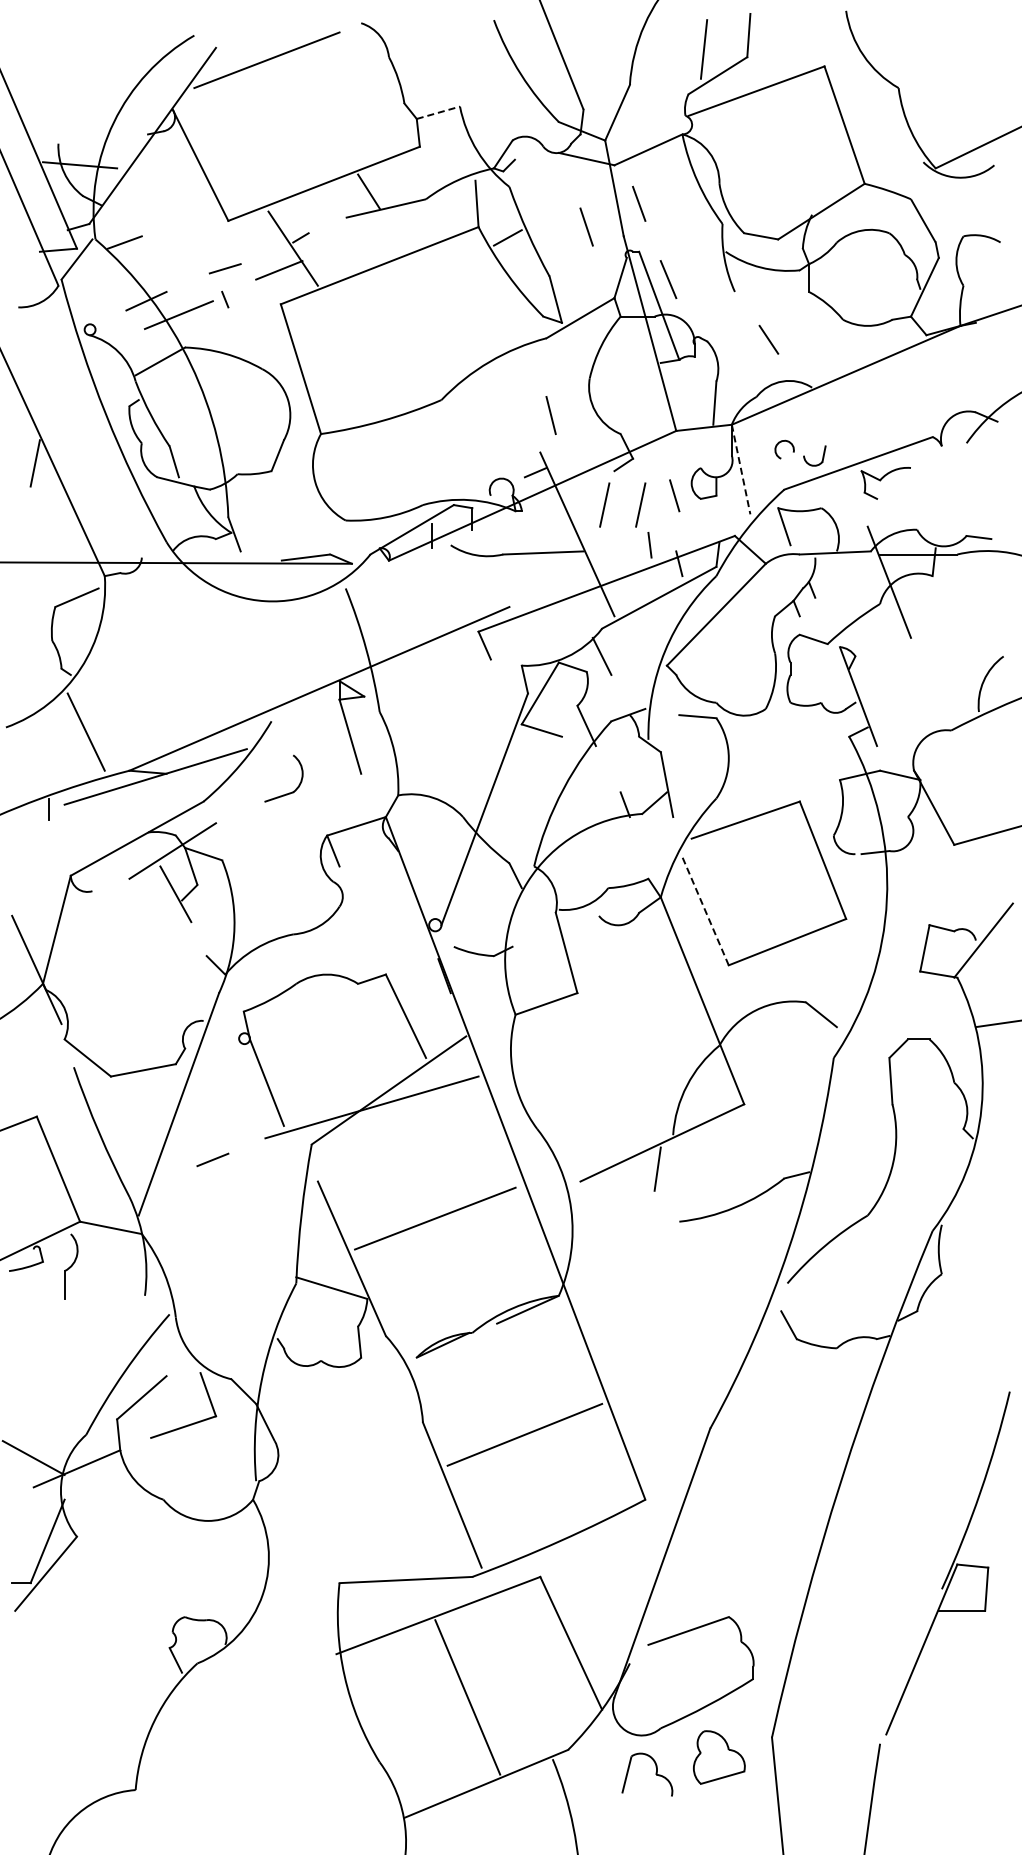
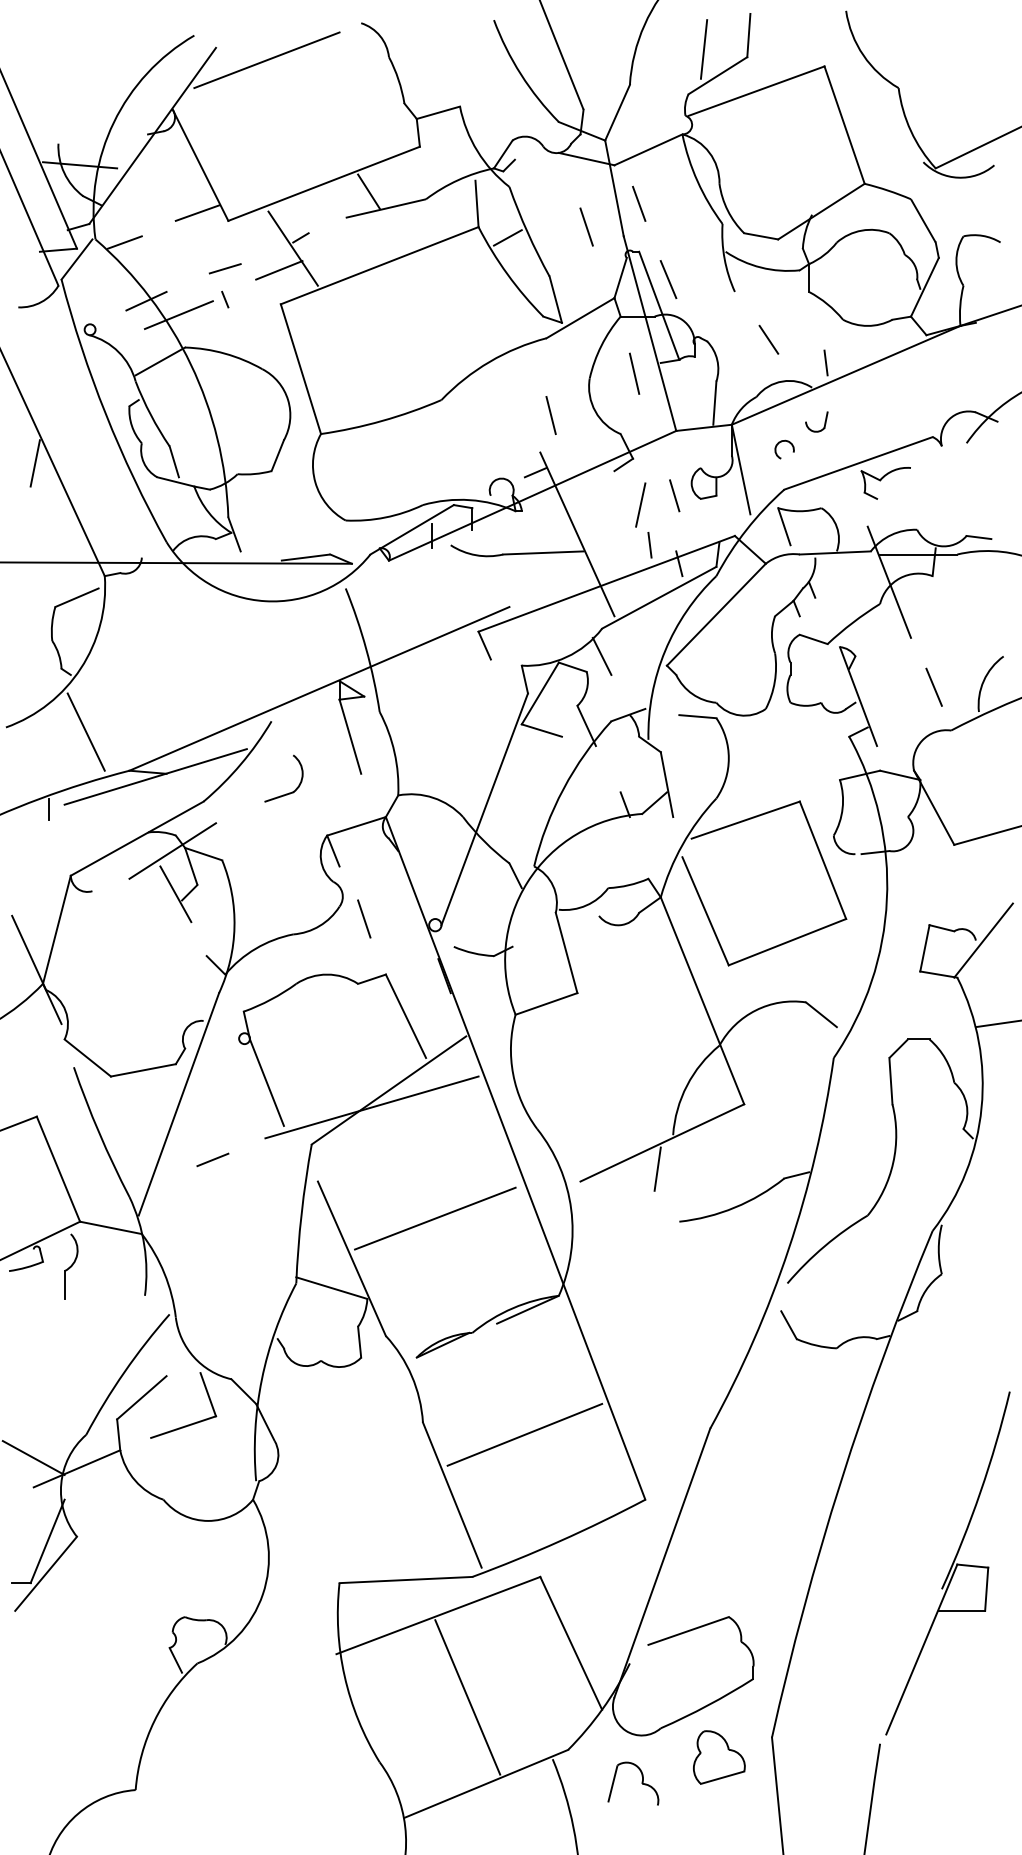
line at (438, 112): dashed -> solid
line at (197, 212): none -> present
line at (825, 362): none -> present
line at (634, 373): none -> present
part at (822, 455) position: (822, 455) -> (824, 421)
line at (741, 469): dashed -> solid
line at (604, 504): present -> none
line at (933, 686): none -> present
line at (705, 911): dashed -> solid
line at (364, 918): none -> present
part at (655, 1774) position: (655, 1774) -> (641, 1783)
